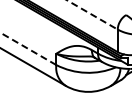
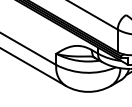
line at (92, 15): dashed -> solid
line at (27, 48): dashed -> solid
